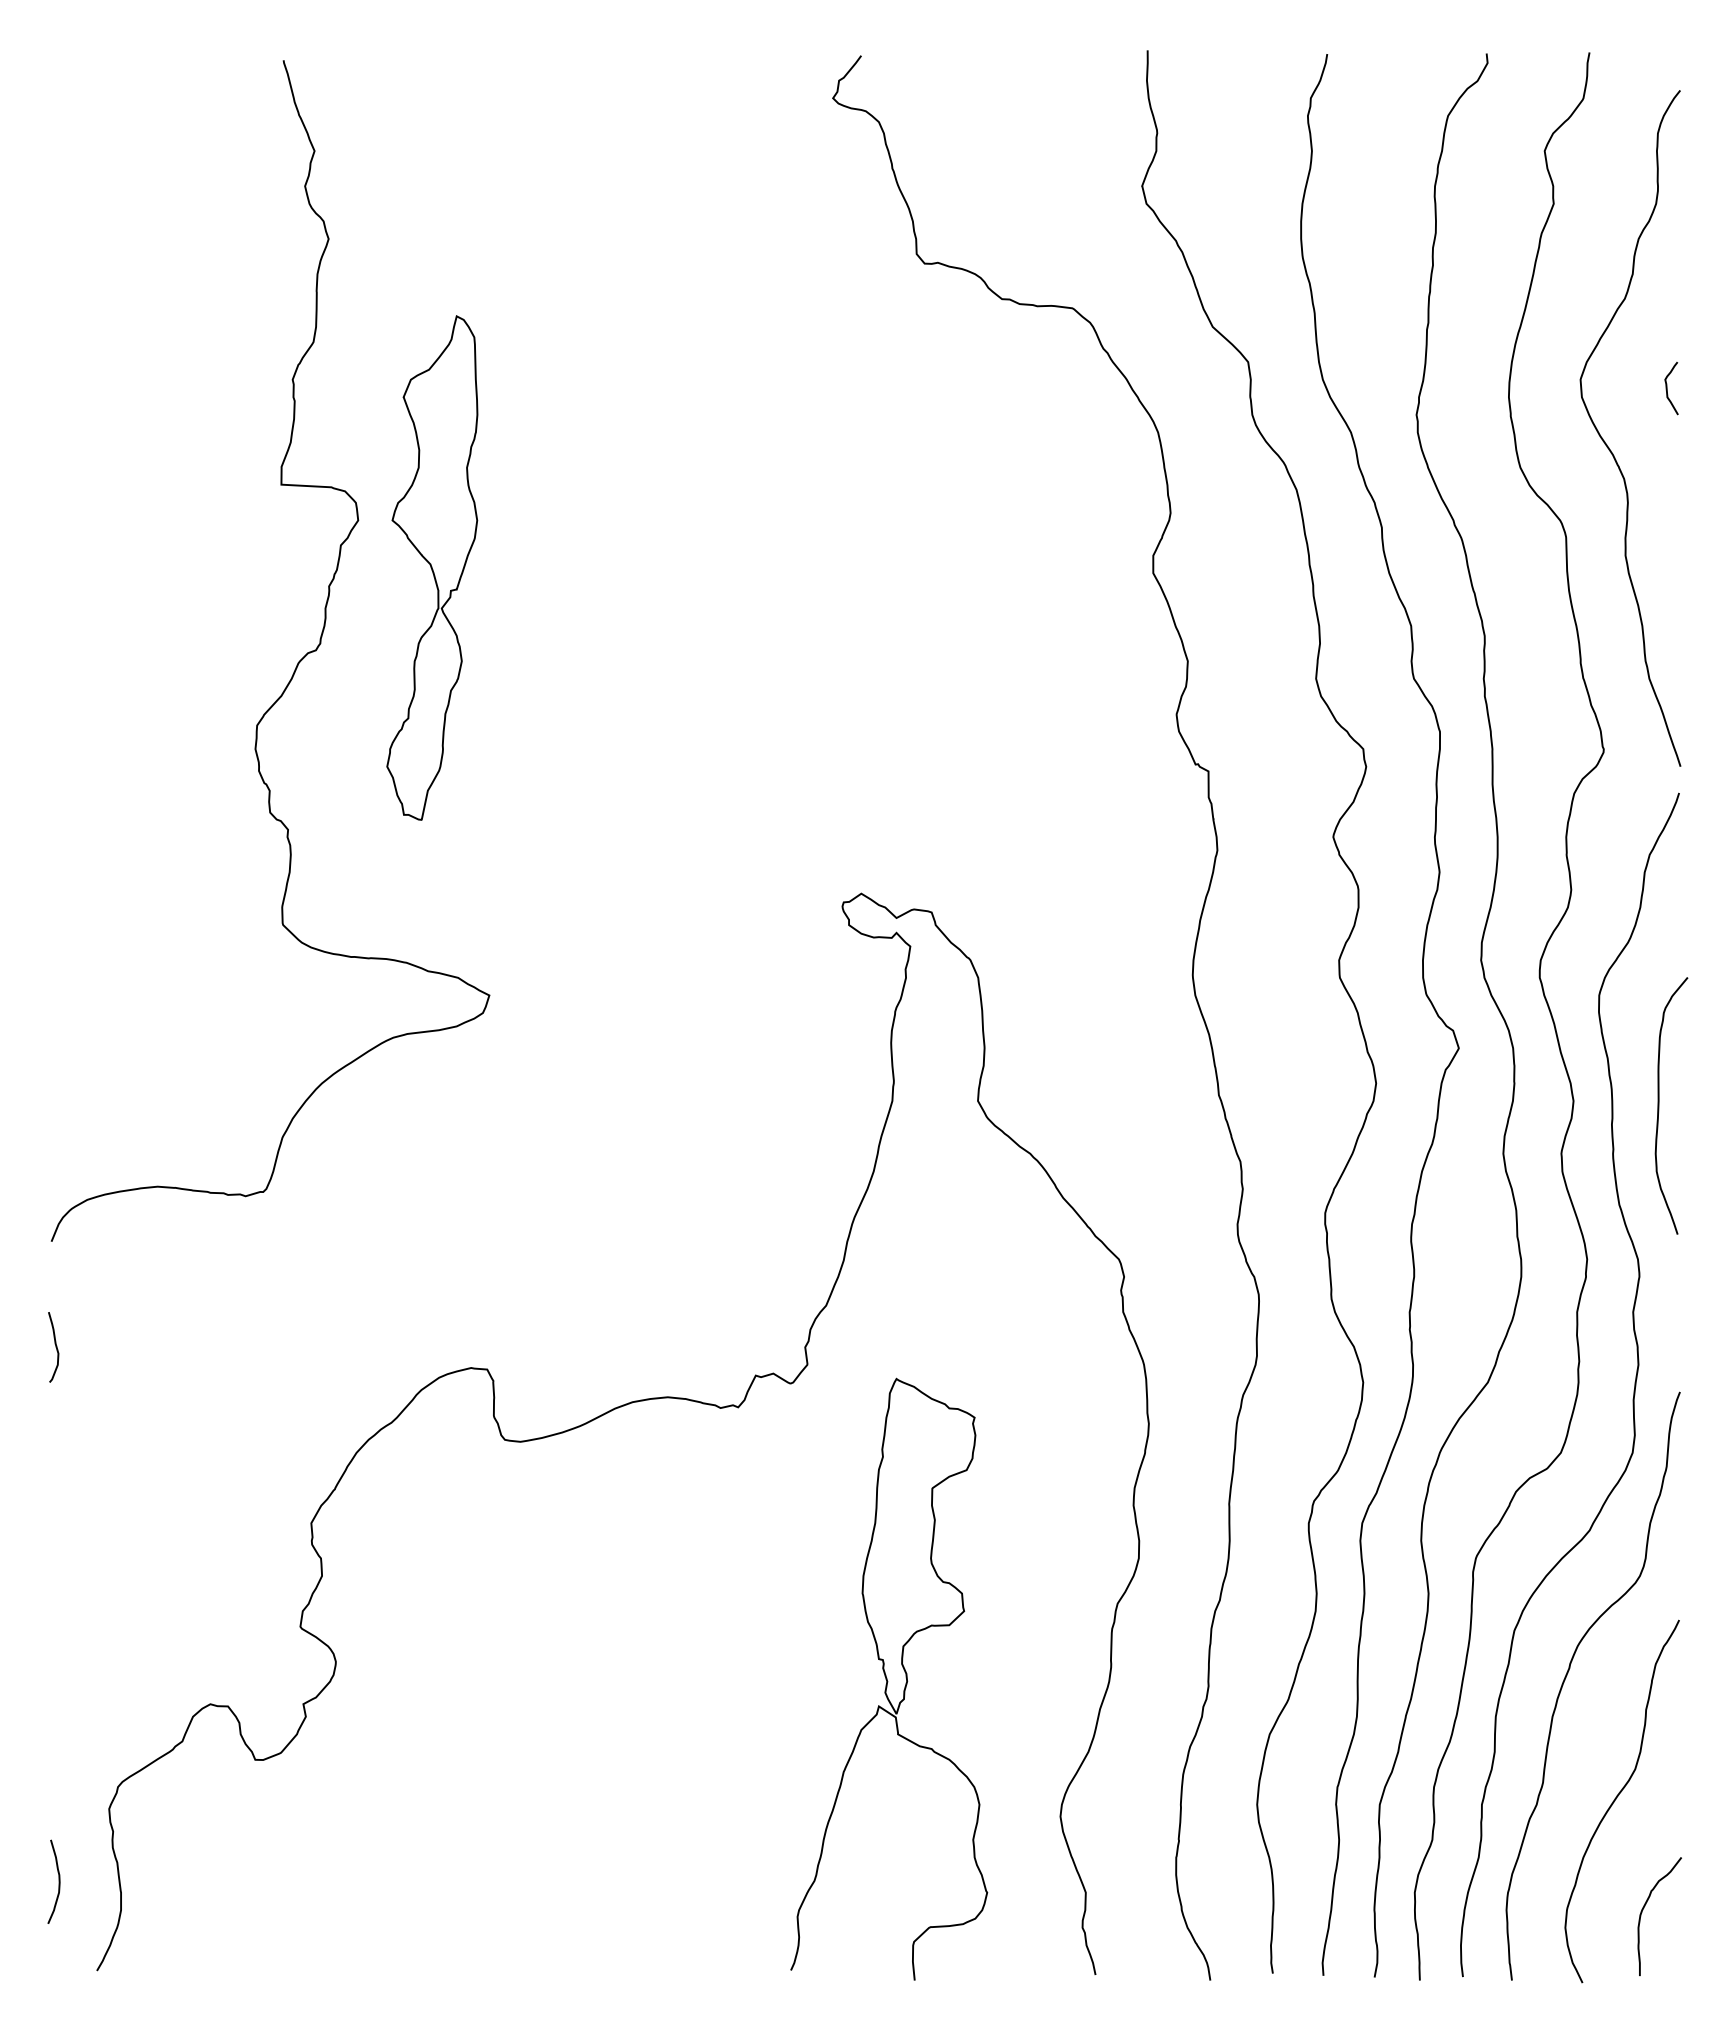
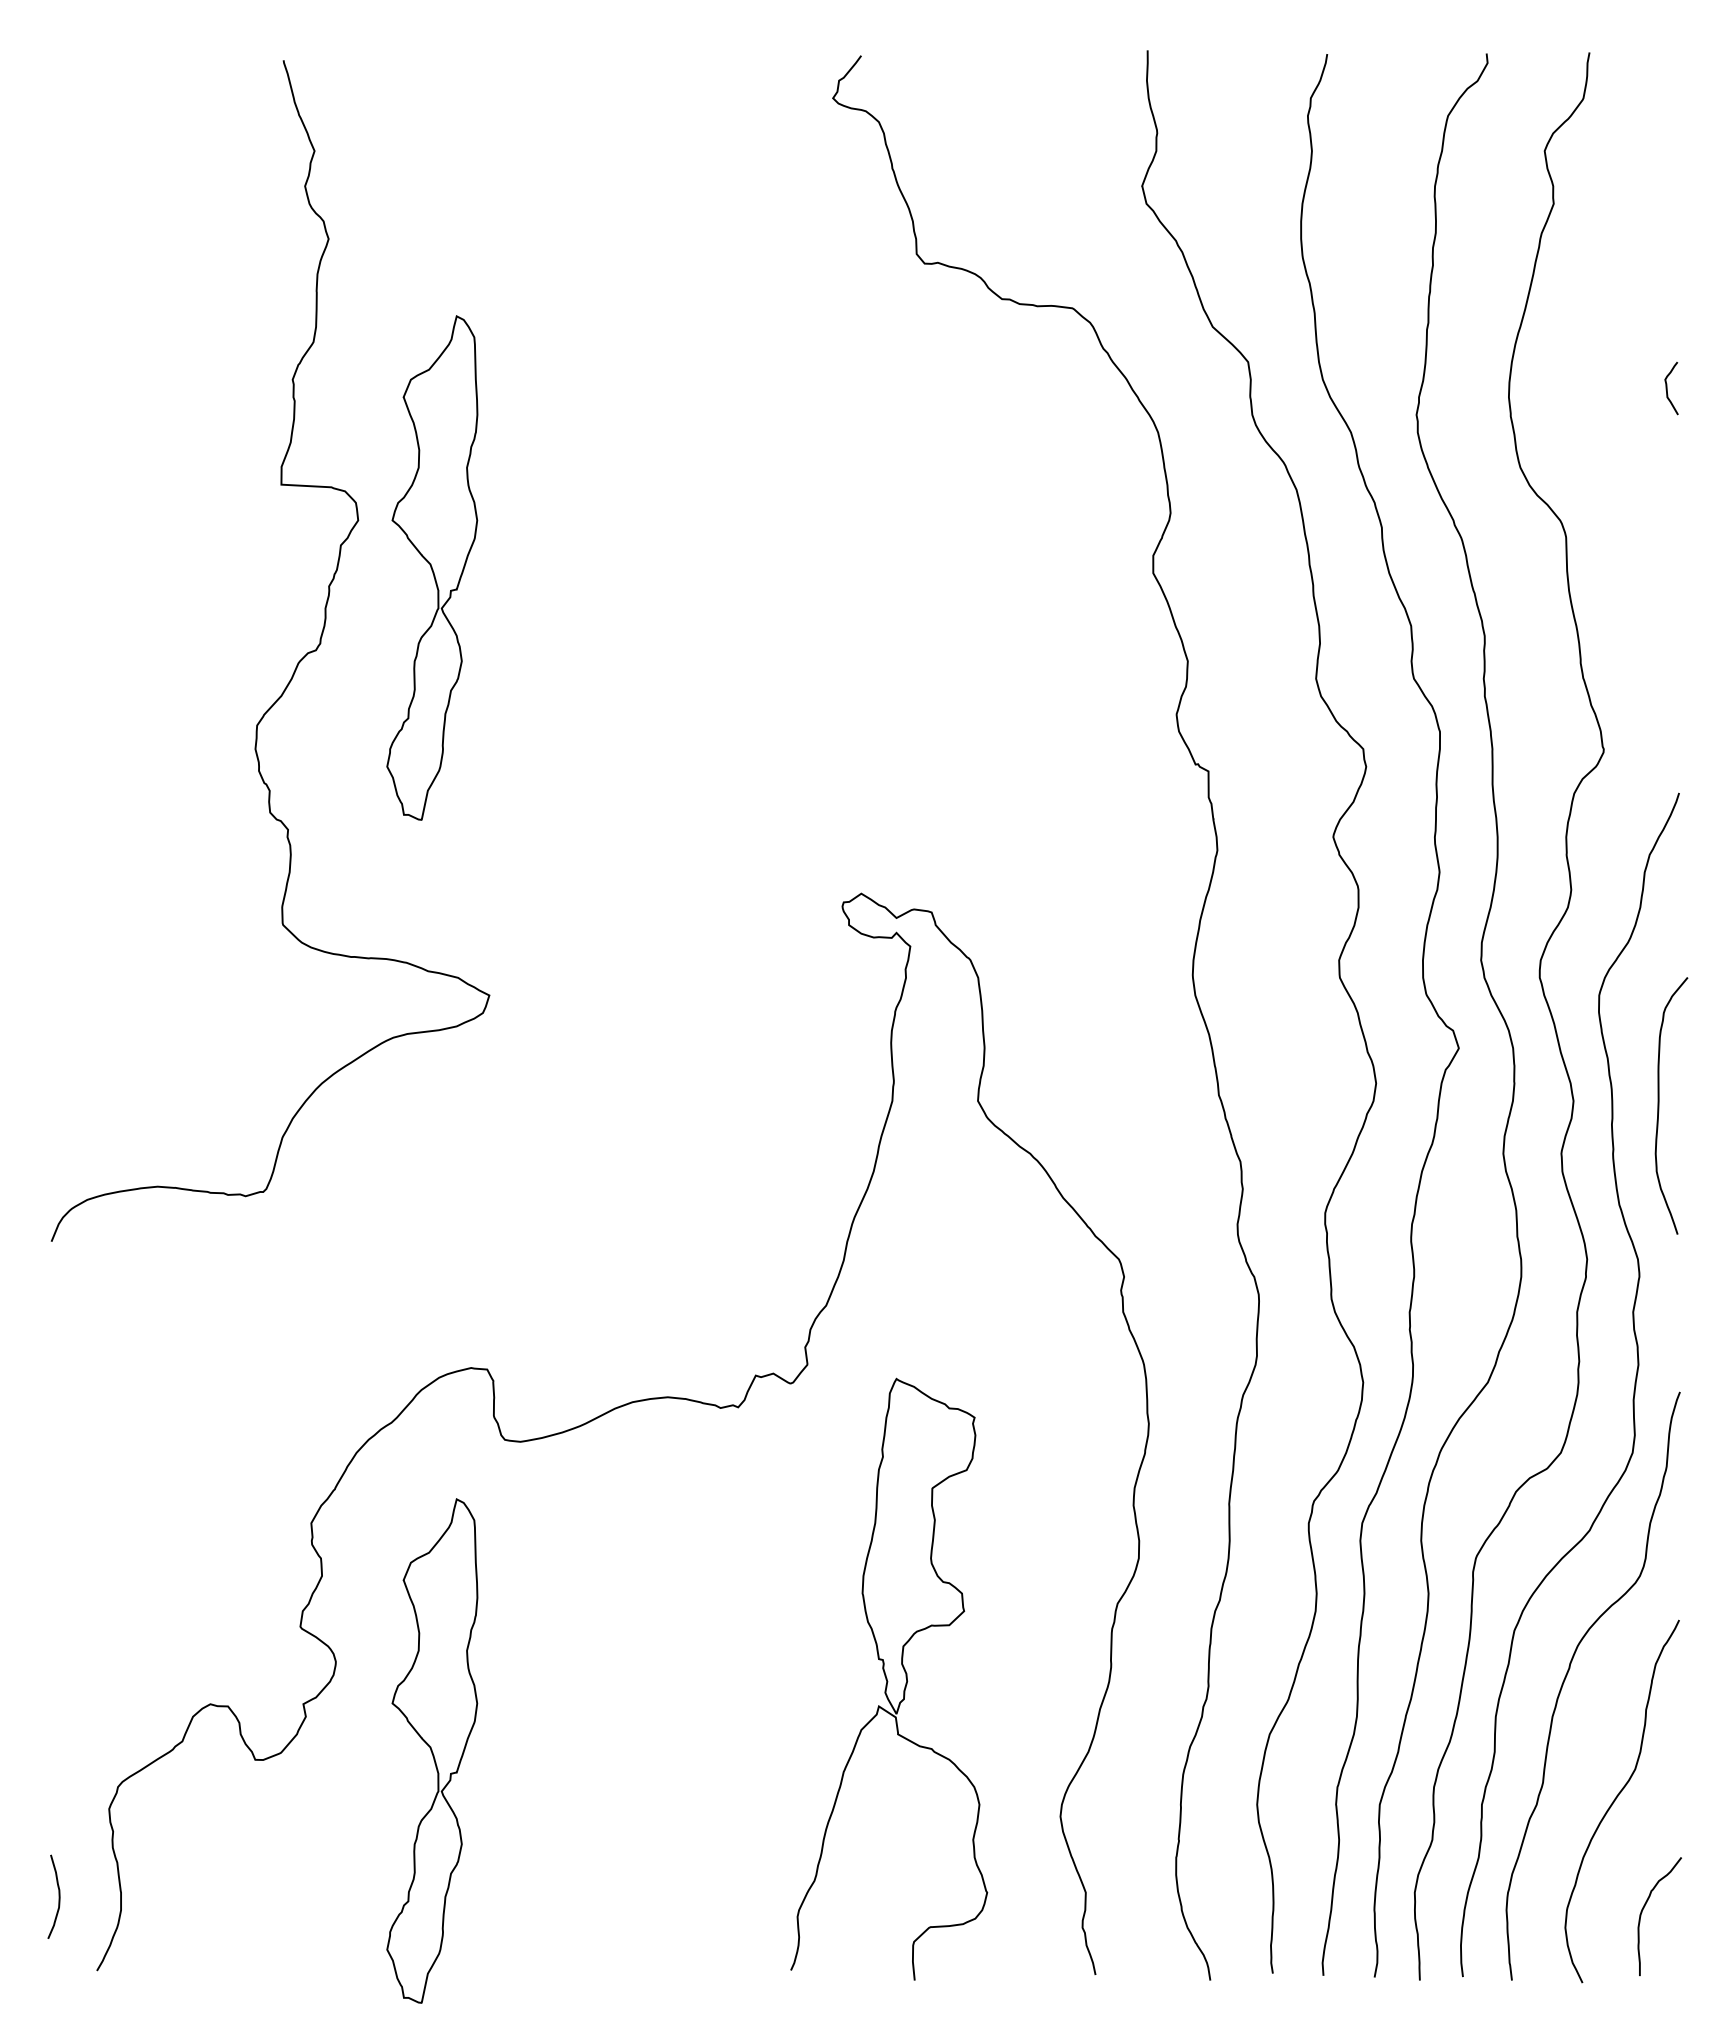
curve at (1607, 444): present -> none
curve at (55, 1347): present -> none
part at (432, 1750): none -> present
curve at (58, 1881) position: (58, 1881) -> (58, 1896)
